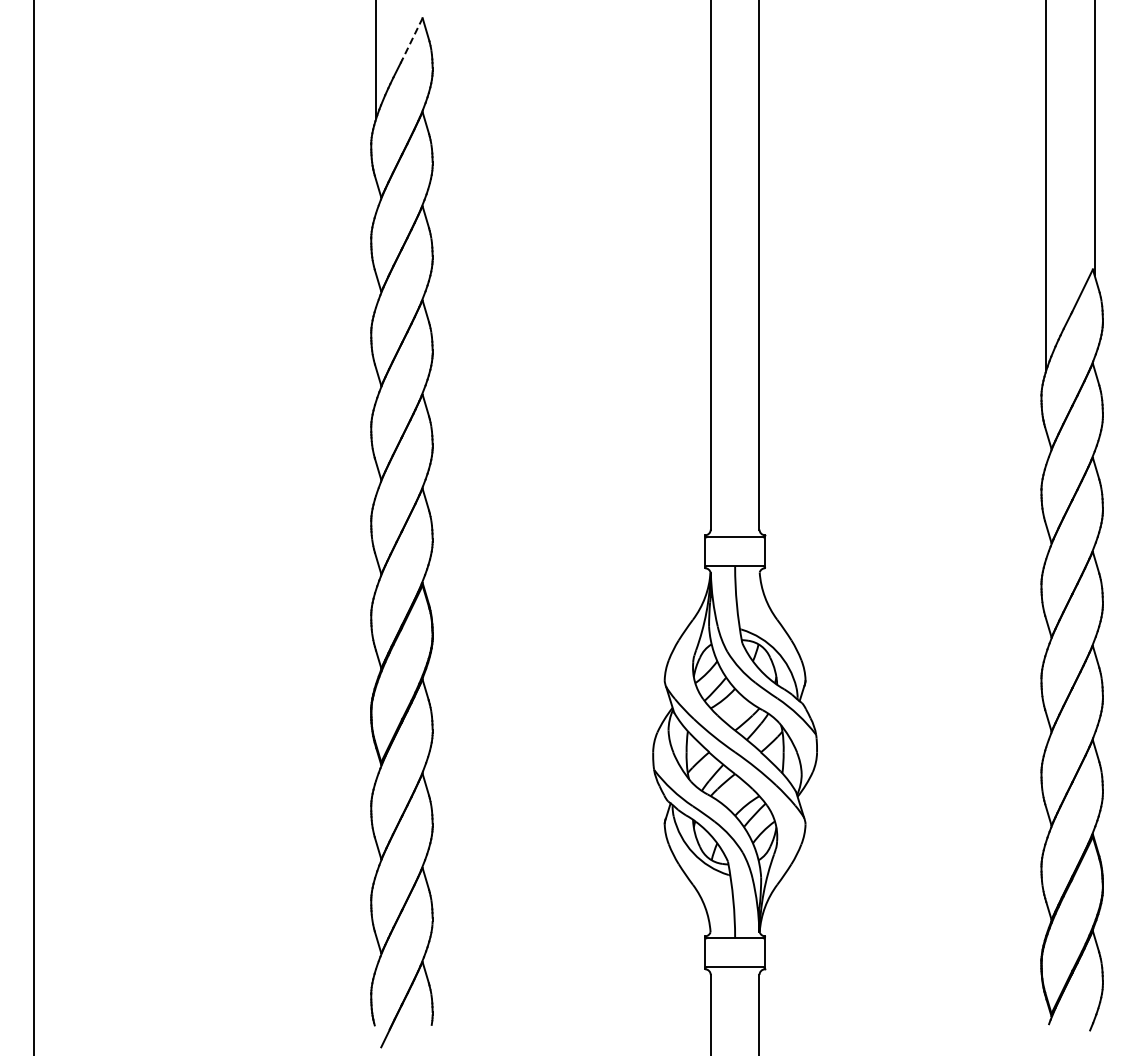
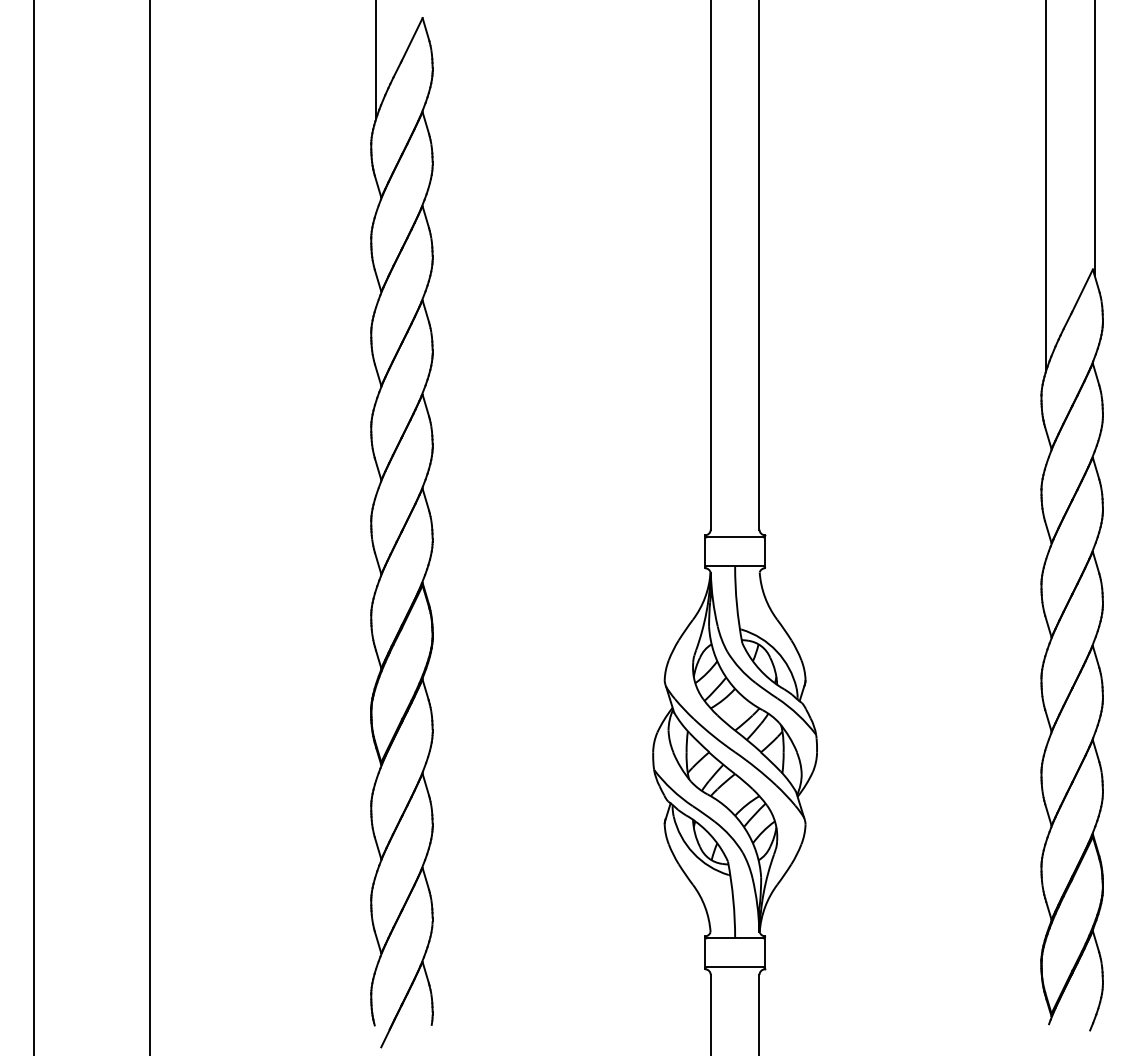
line at (412, 39): dashed -> solid
line at (150, 527): none -> present
